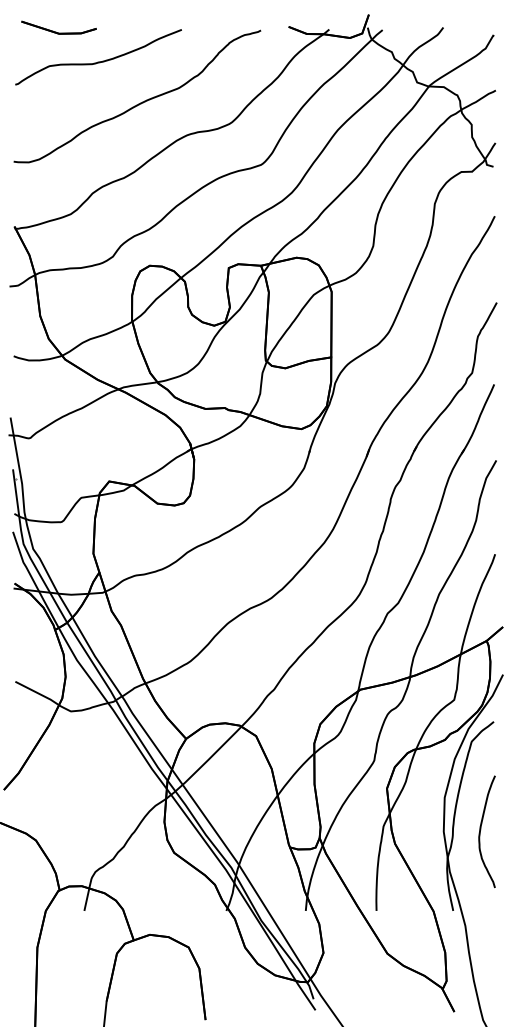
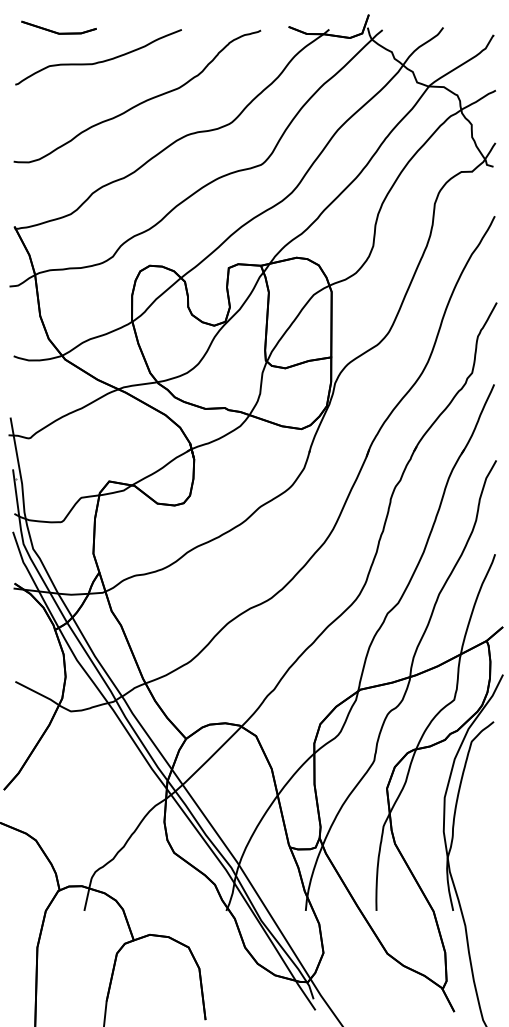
curve at (481, 829): present -> none
